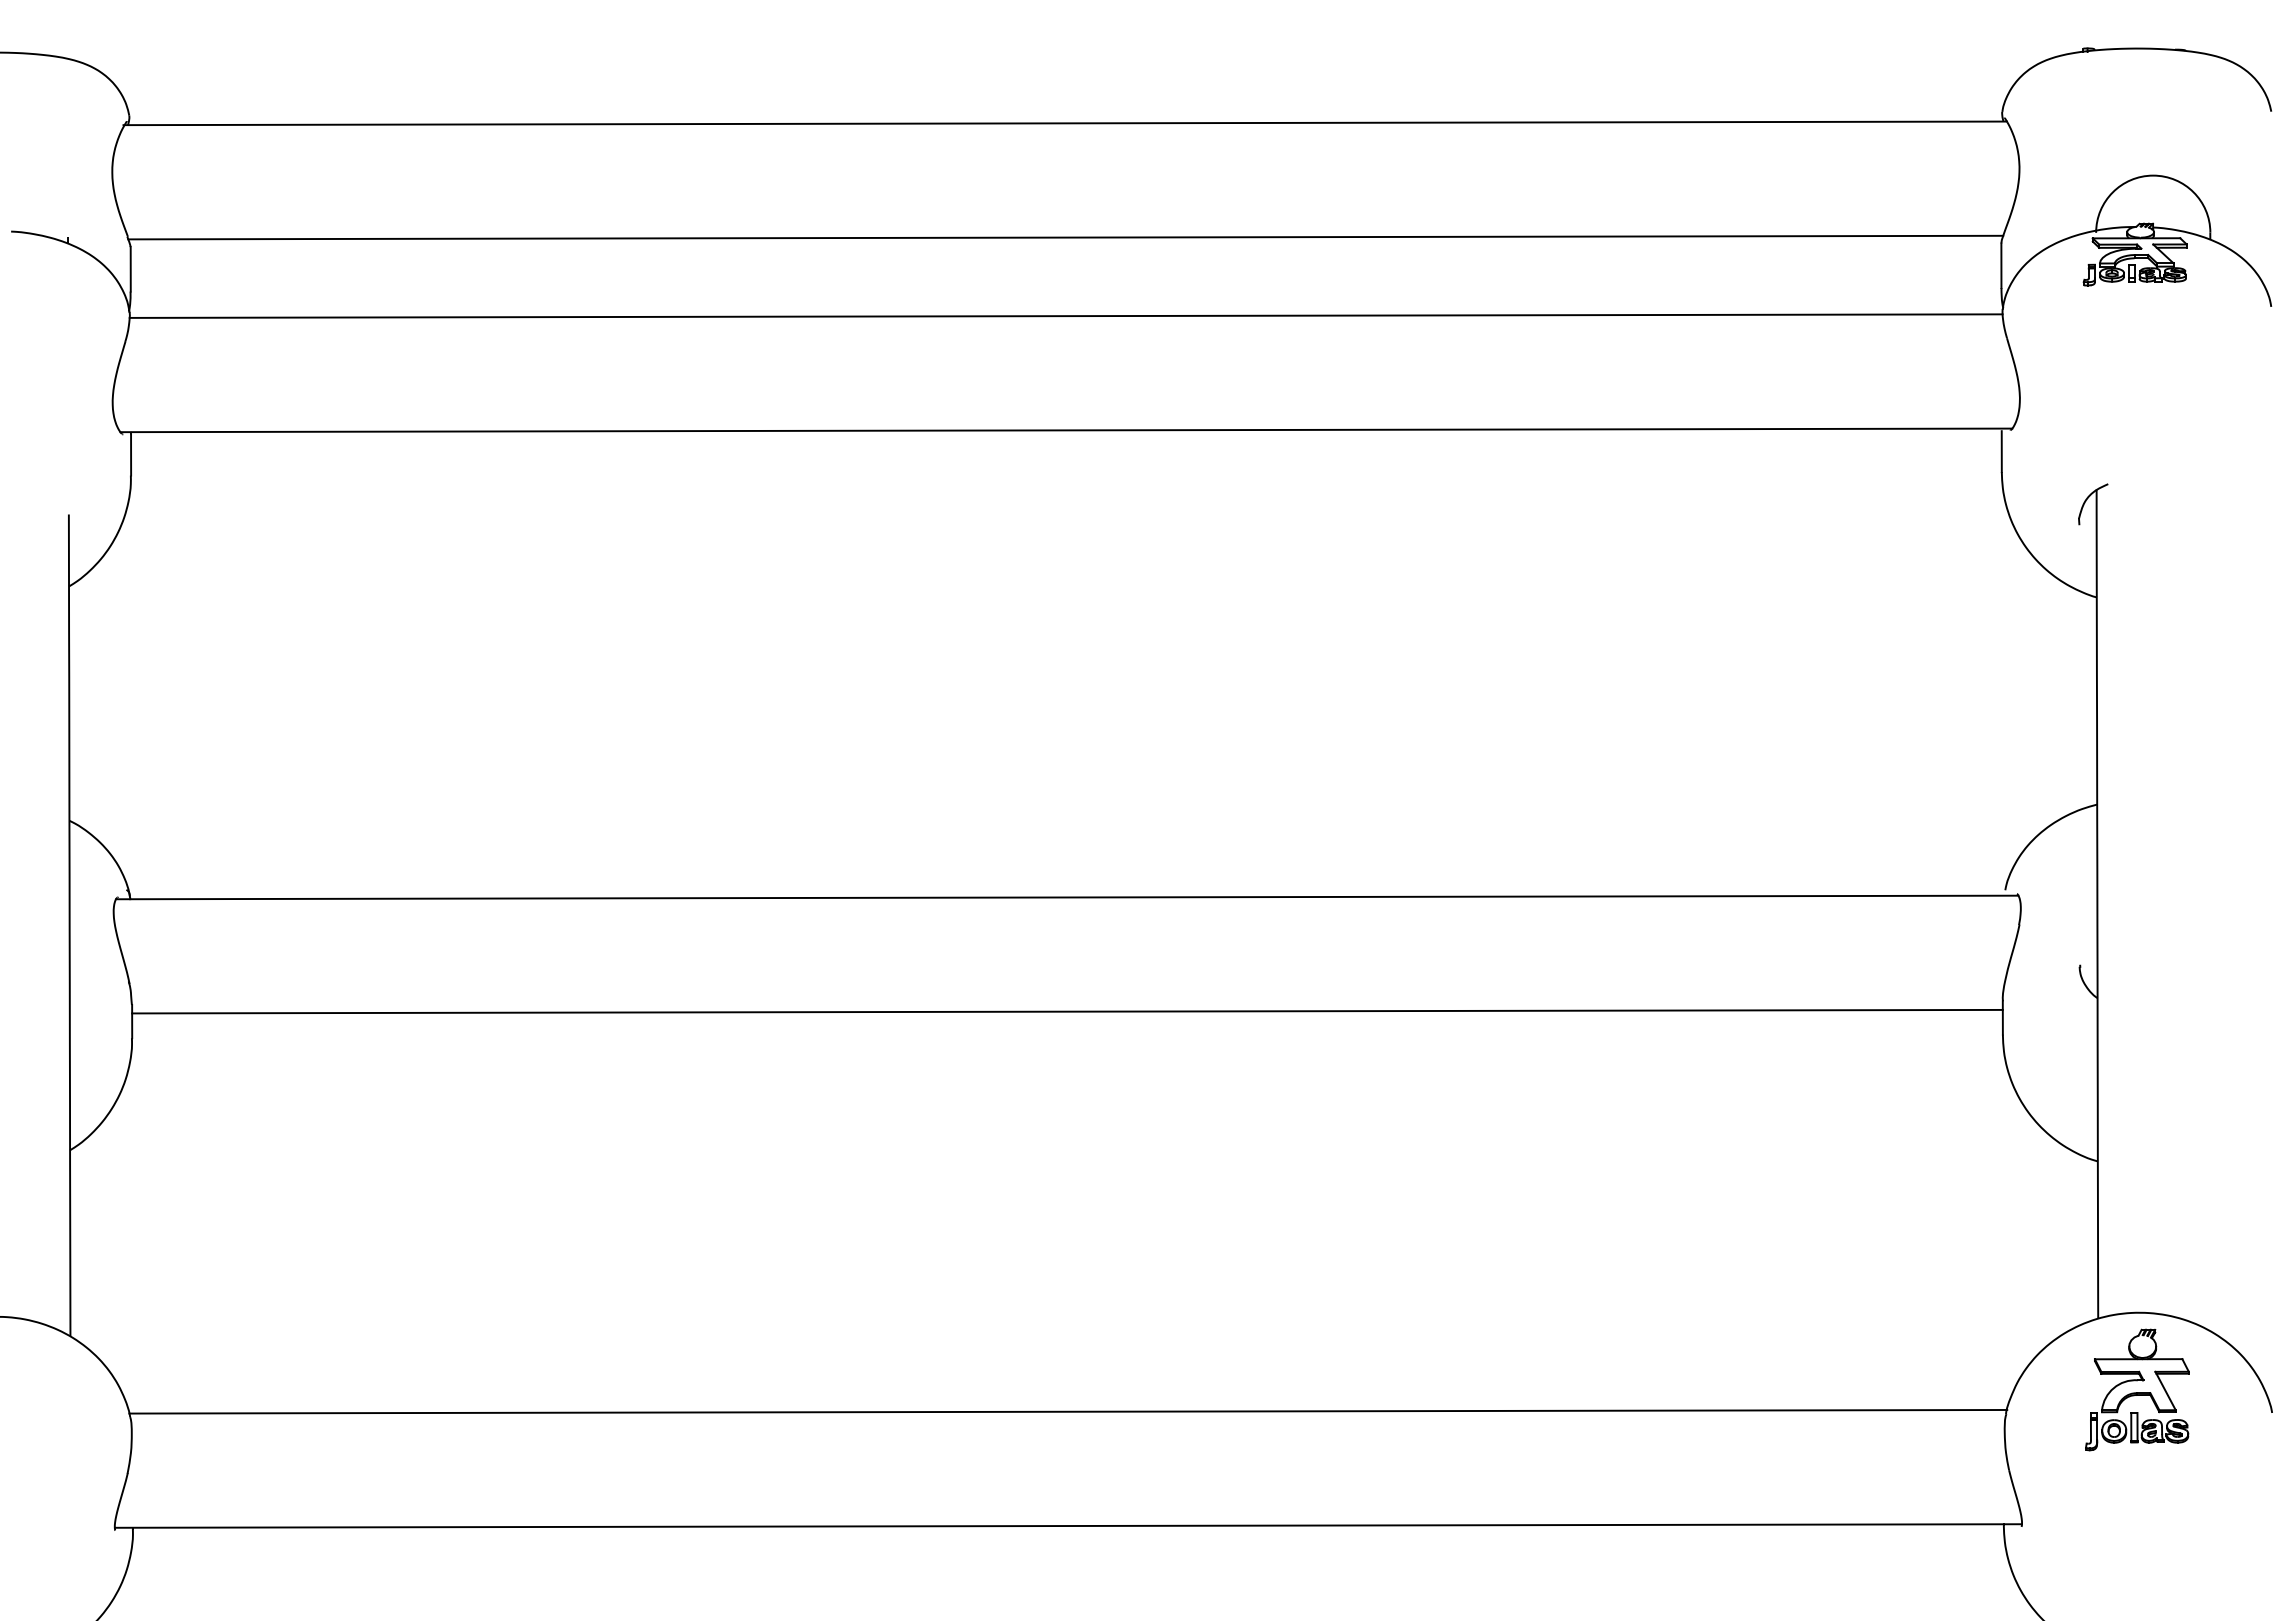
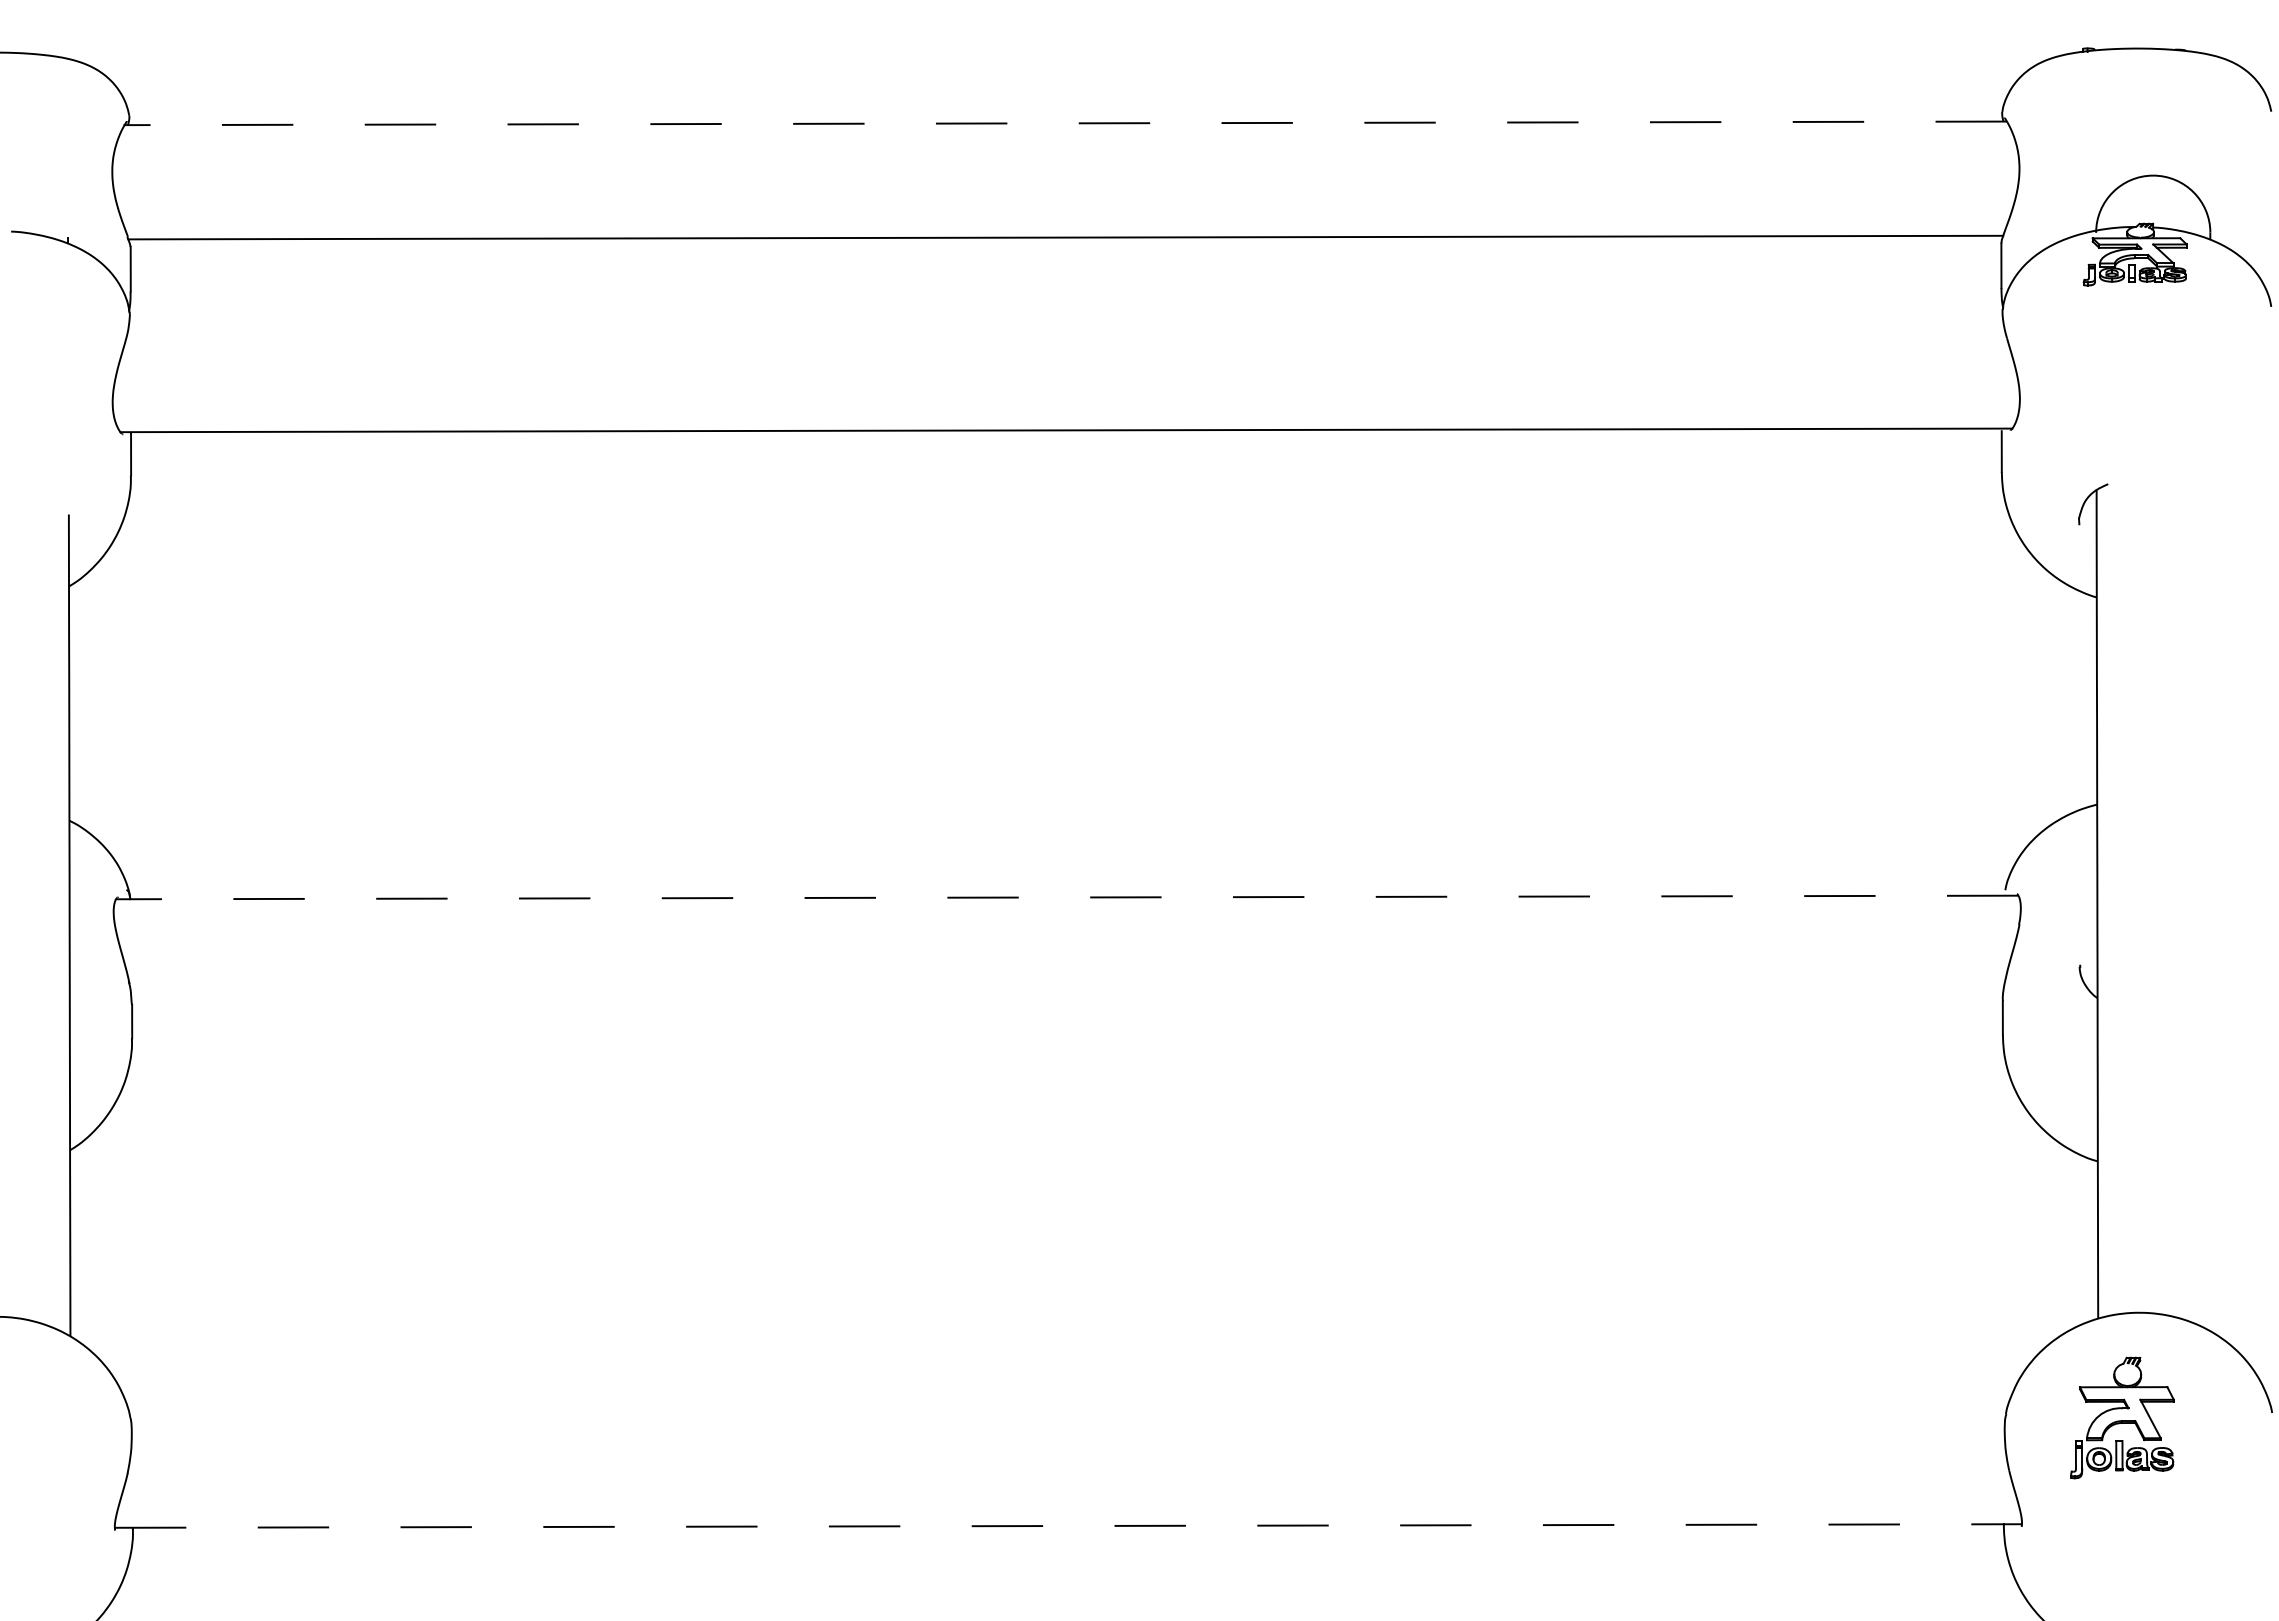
line at (1065, 123): solid -> dashed
line at (1065, 315): present -> none
line at (1066, 897): solid -> dashed
line at (1067, 1011): present -> none
part at (2137, 1389) position: (2137, 1389) -> (2122, 1417)
line at (1068, 1411): present -> none
line at (1068, 1526): solid -> dashed
